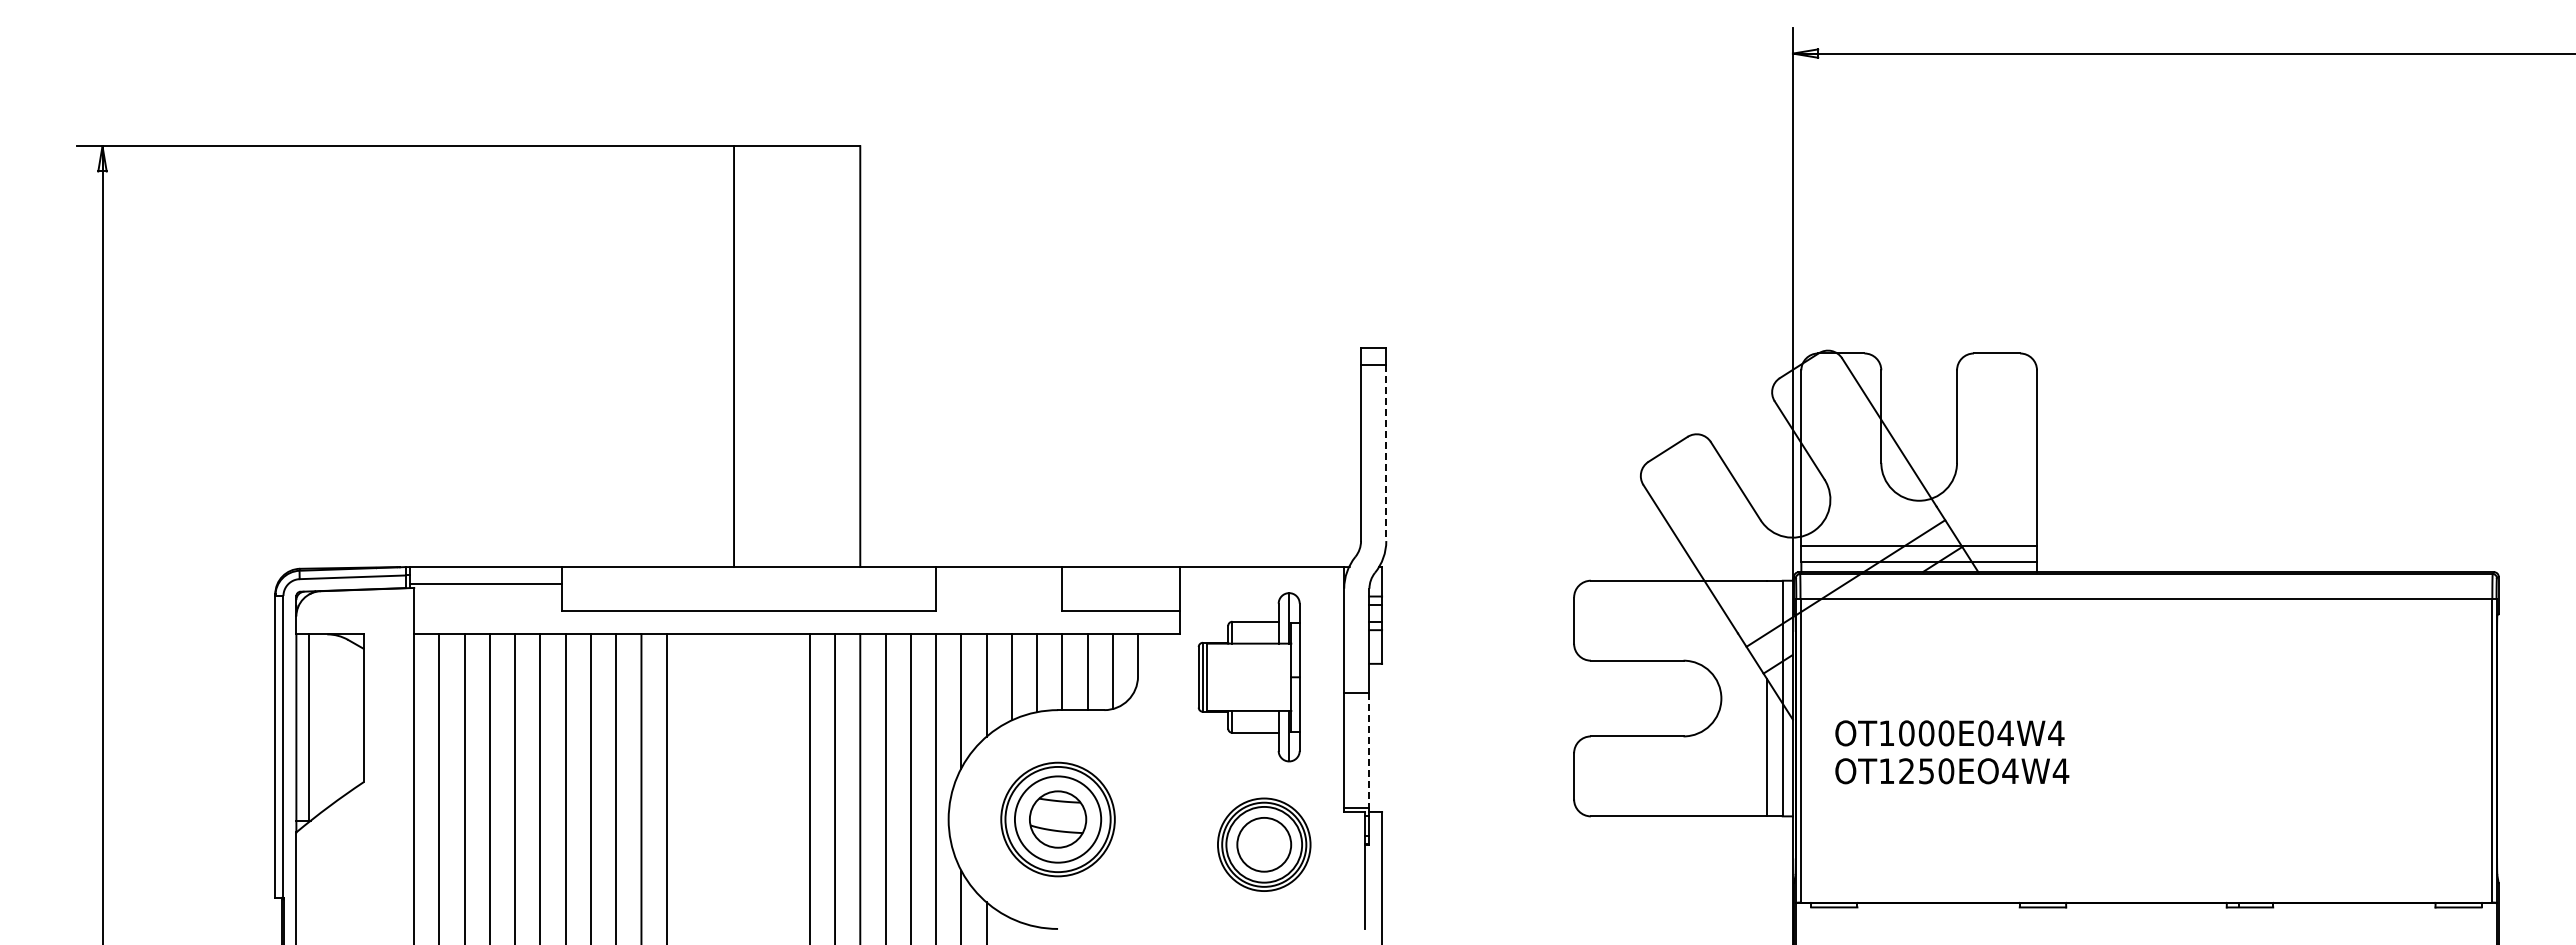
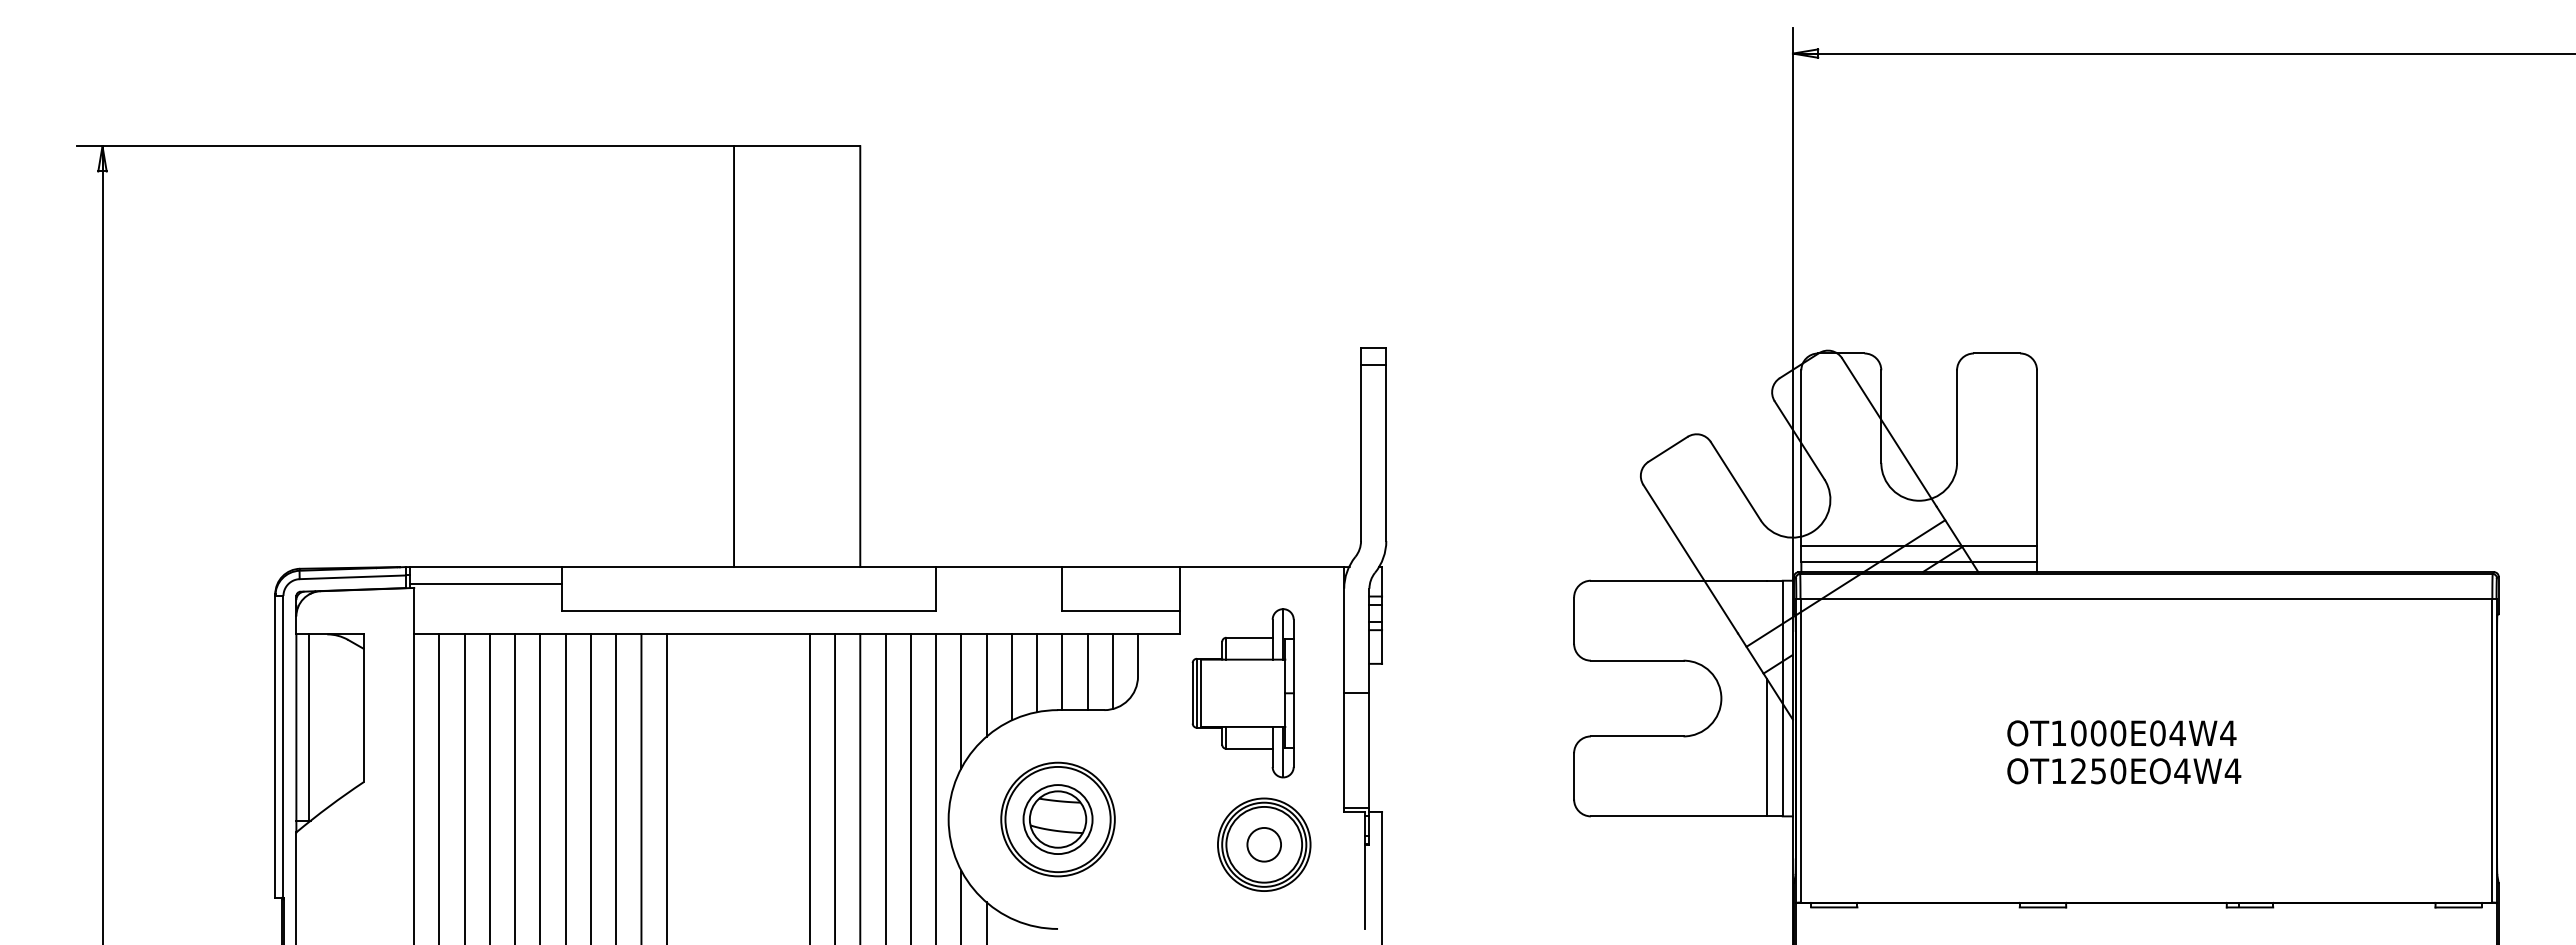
line at (1386, 453): dashed -> solid
part at (1248, 677) position: (1248, 677) -> (1242, 693)
line at (1369, 751): dashed -> solid
text at (1952, 752) position: (1952, 752) -> (2124, 752)
circle at (1057, 819) diameter: 86 px -> 69 px
circle at (1264, 844) diameter: 54 px -> 34 px
